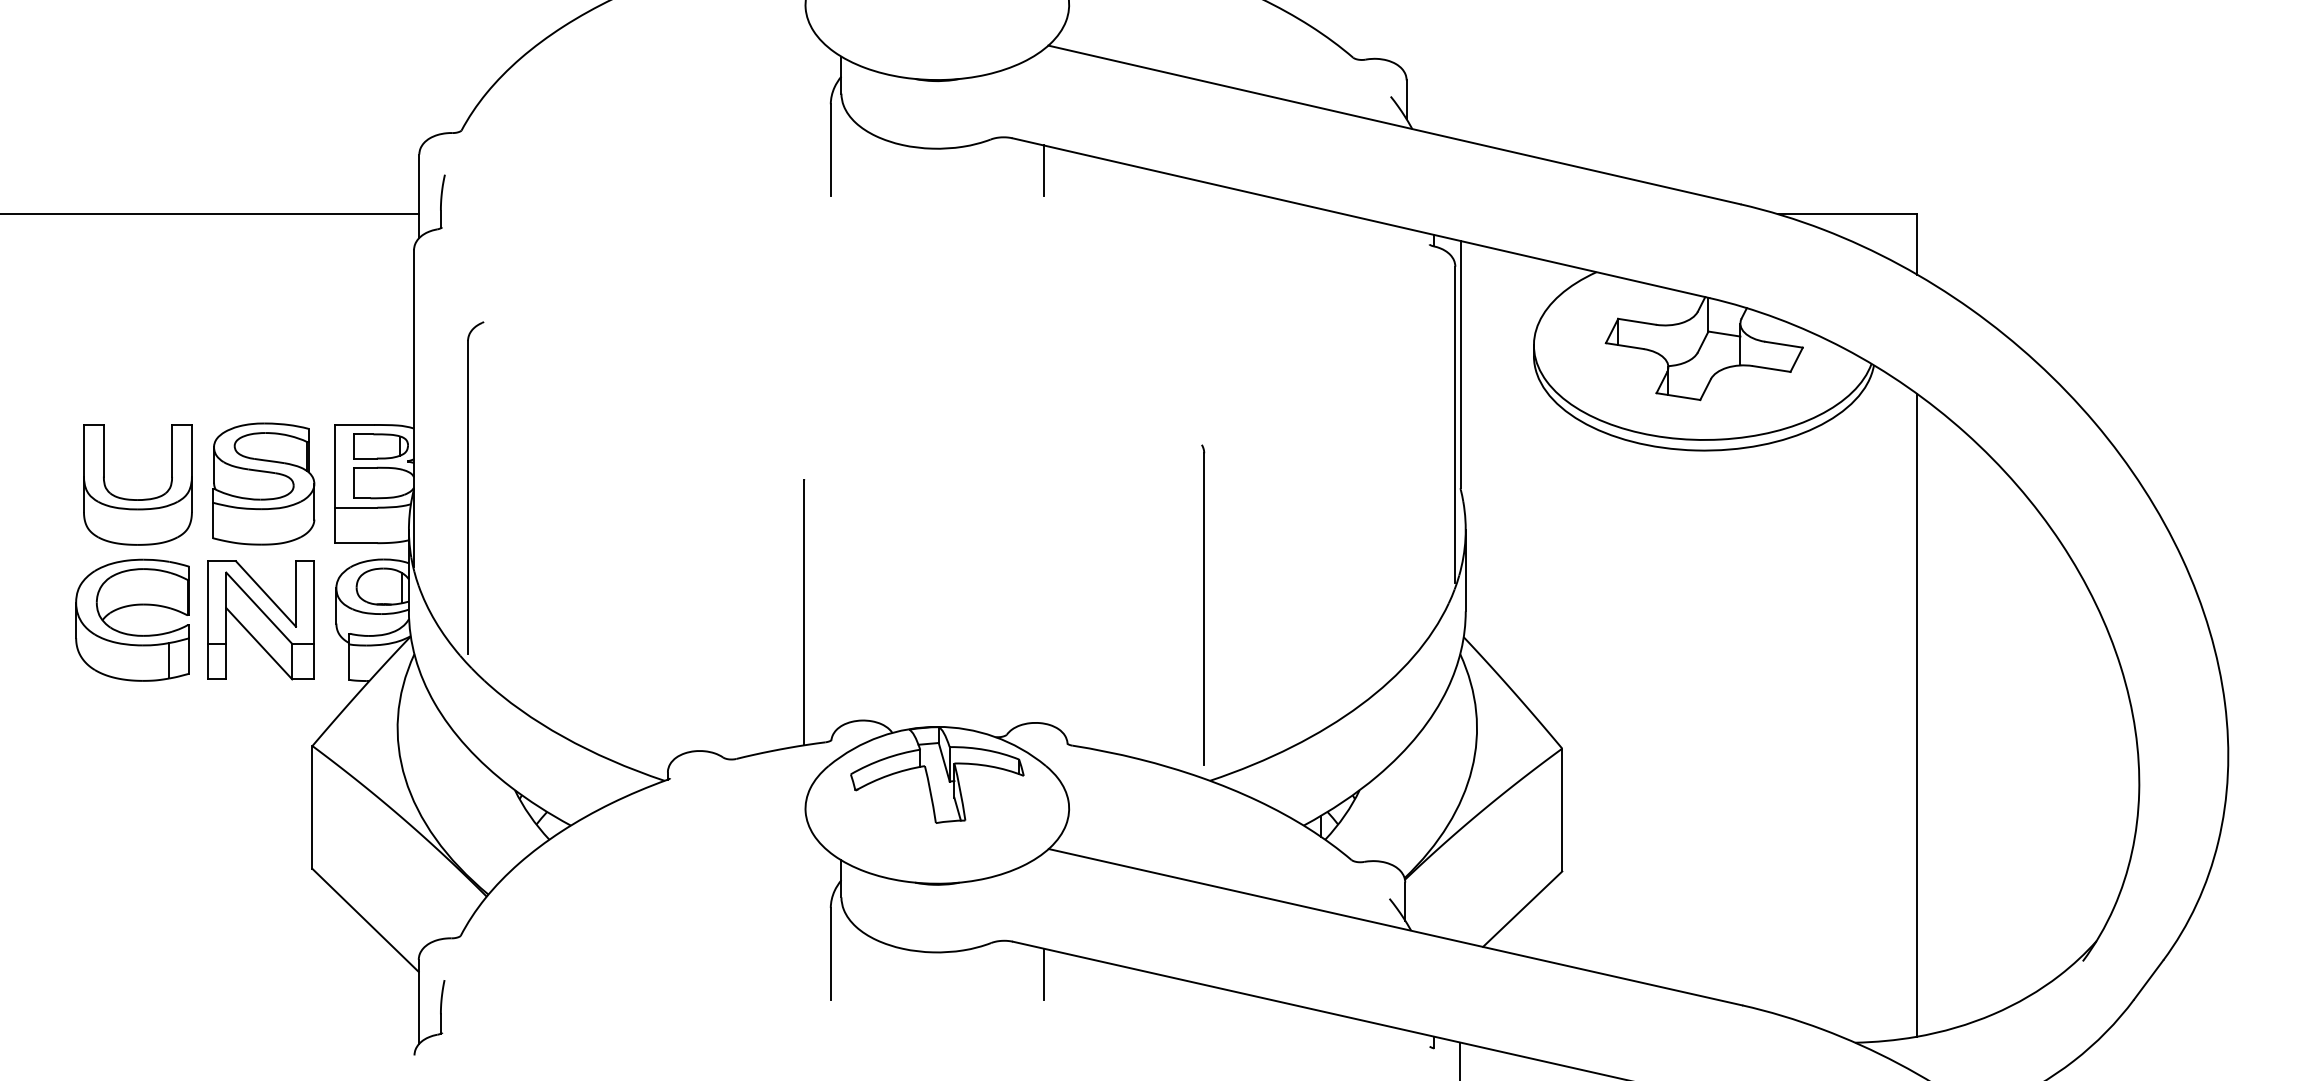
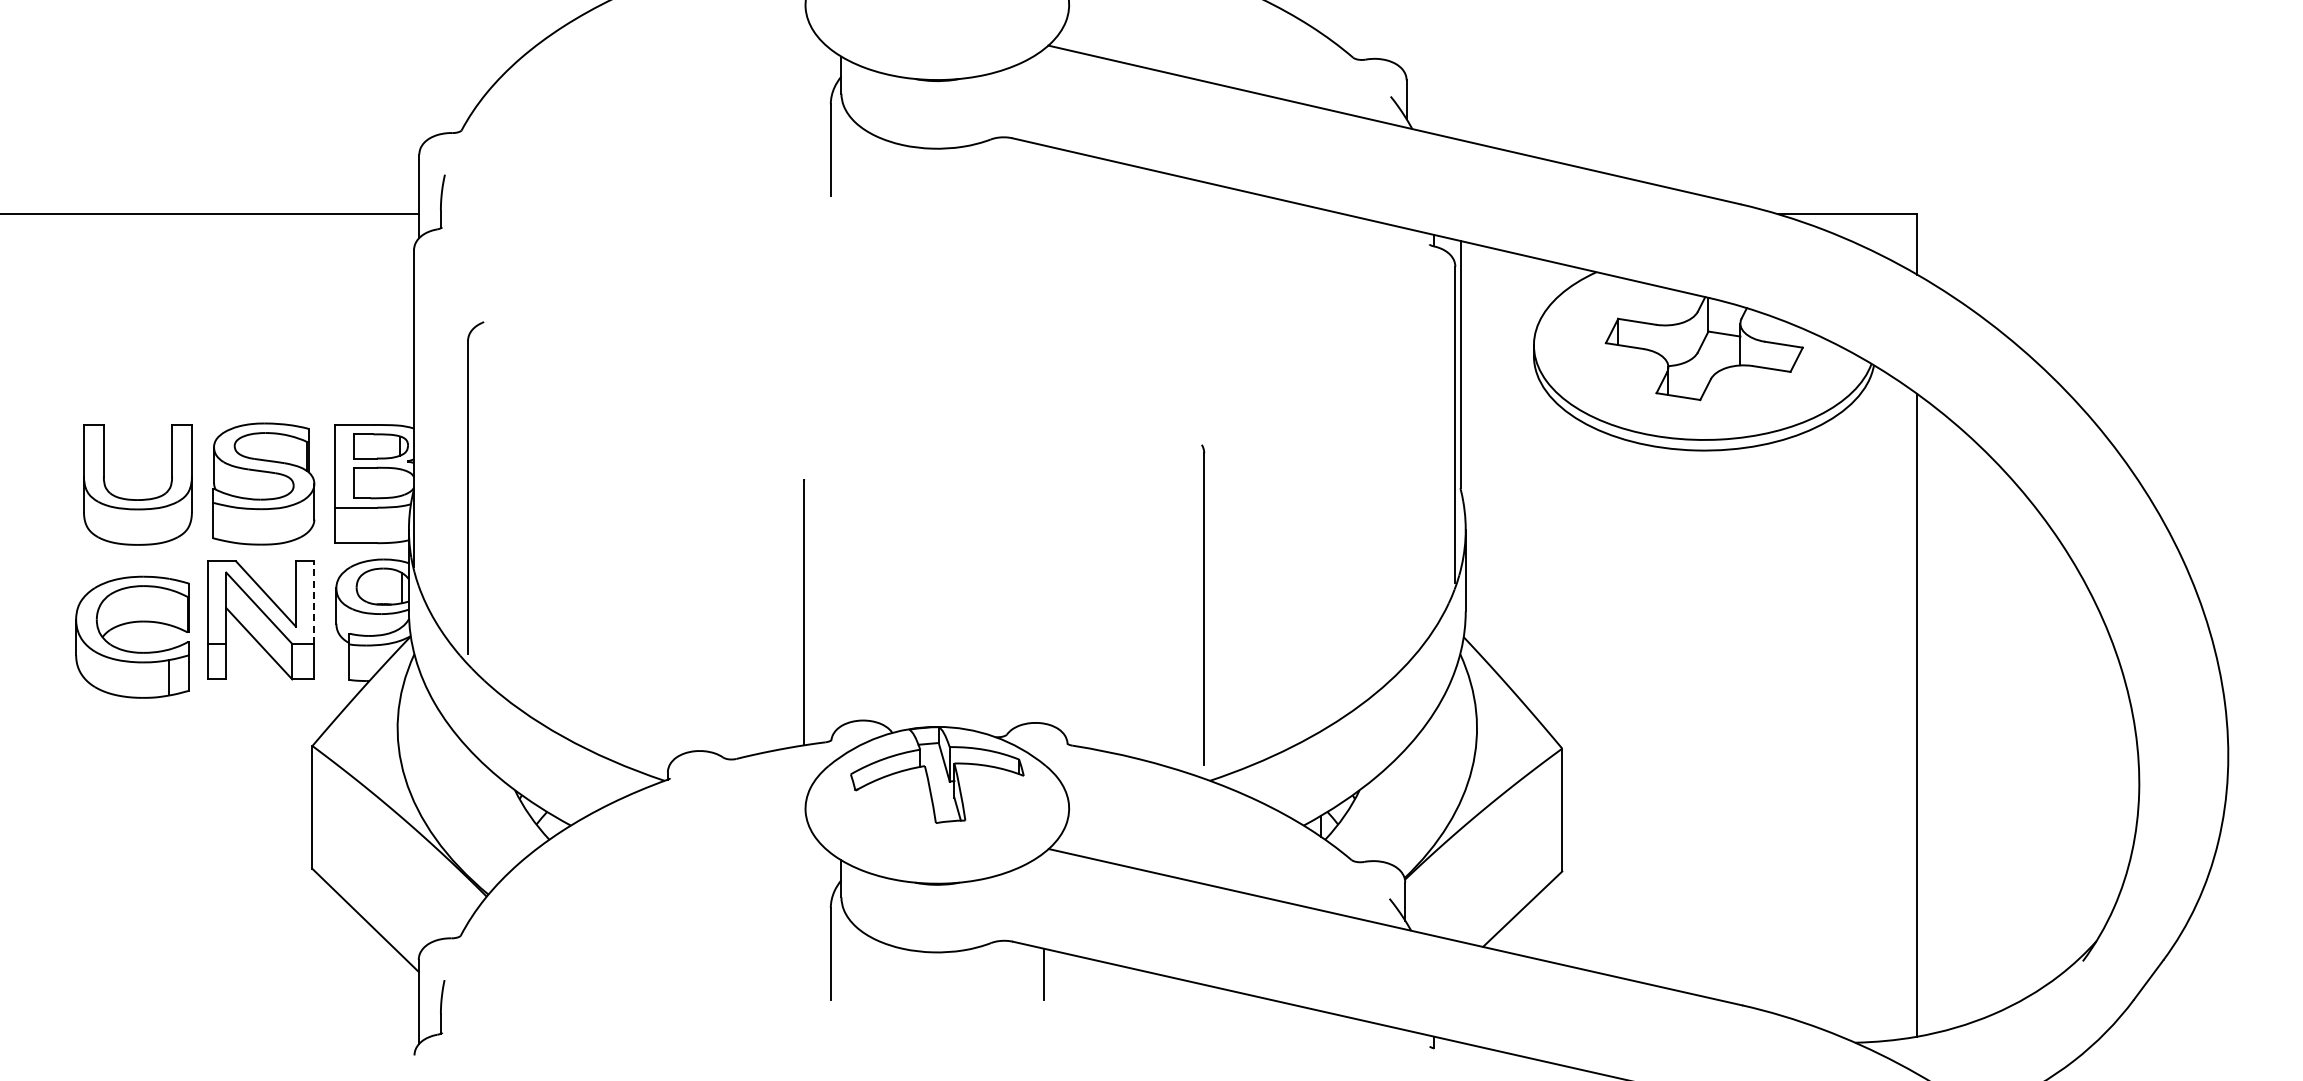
line at (1043, 170): present -> none
line at (314, 602): solid -> dashed
part at (132, 606) position: (132, 606) -> (132, 623)
line at (1460, 1059): present -> none
